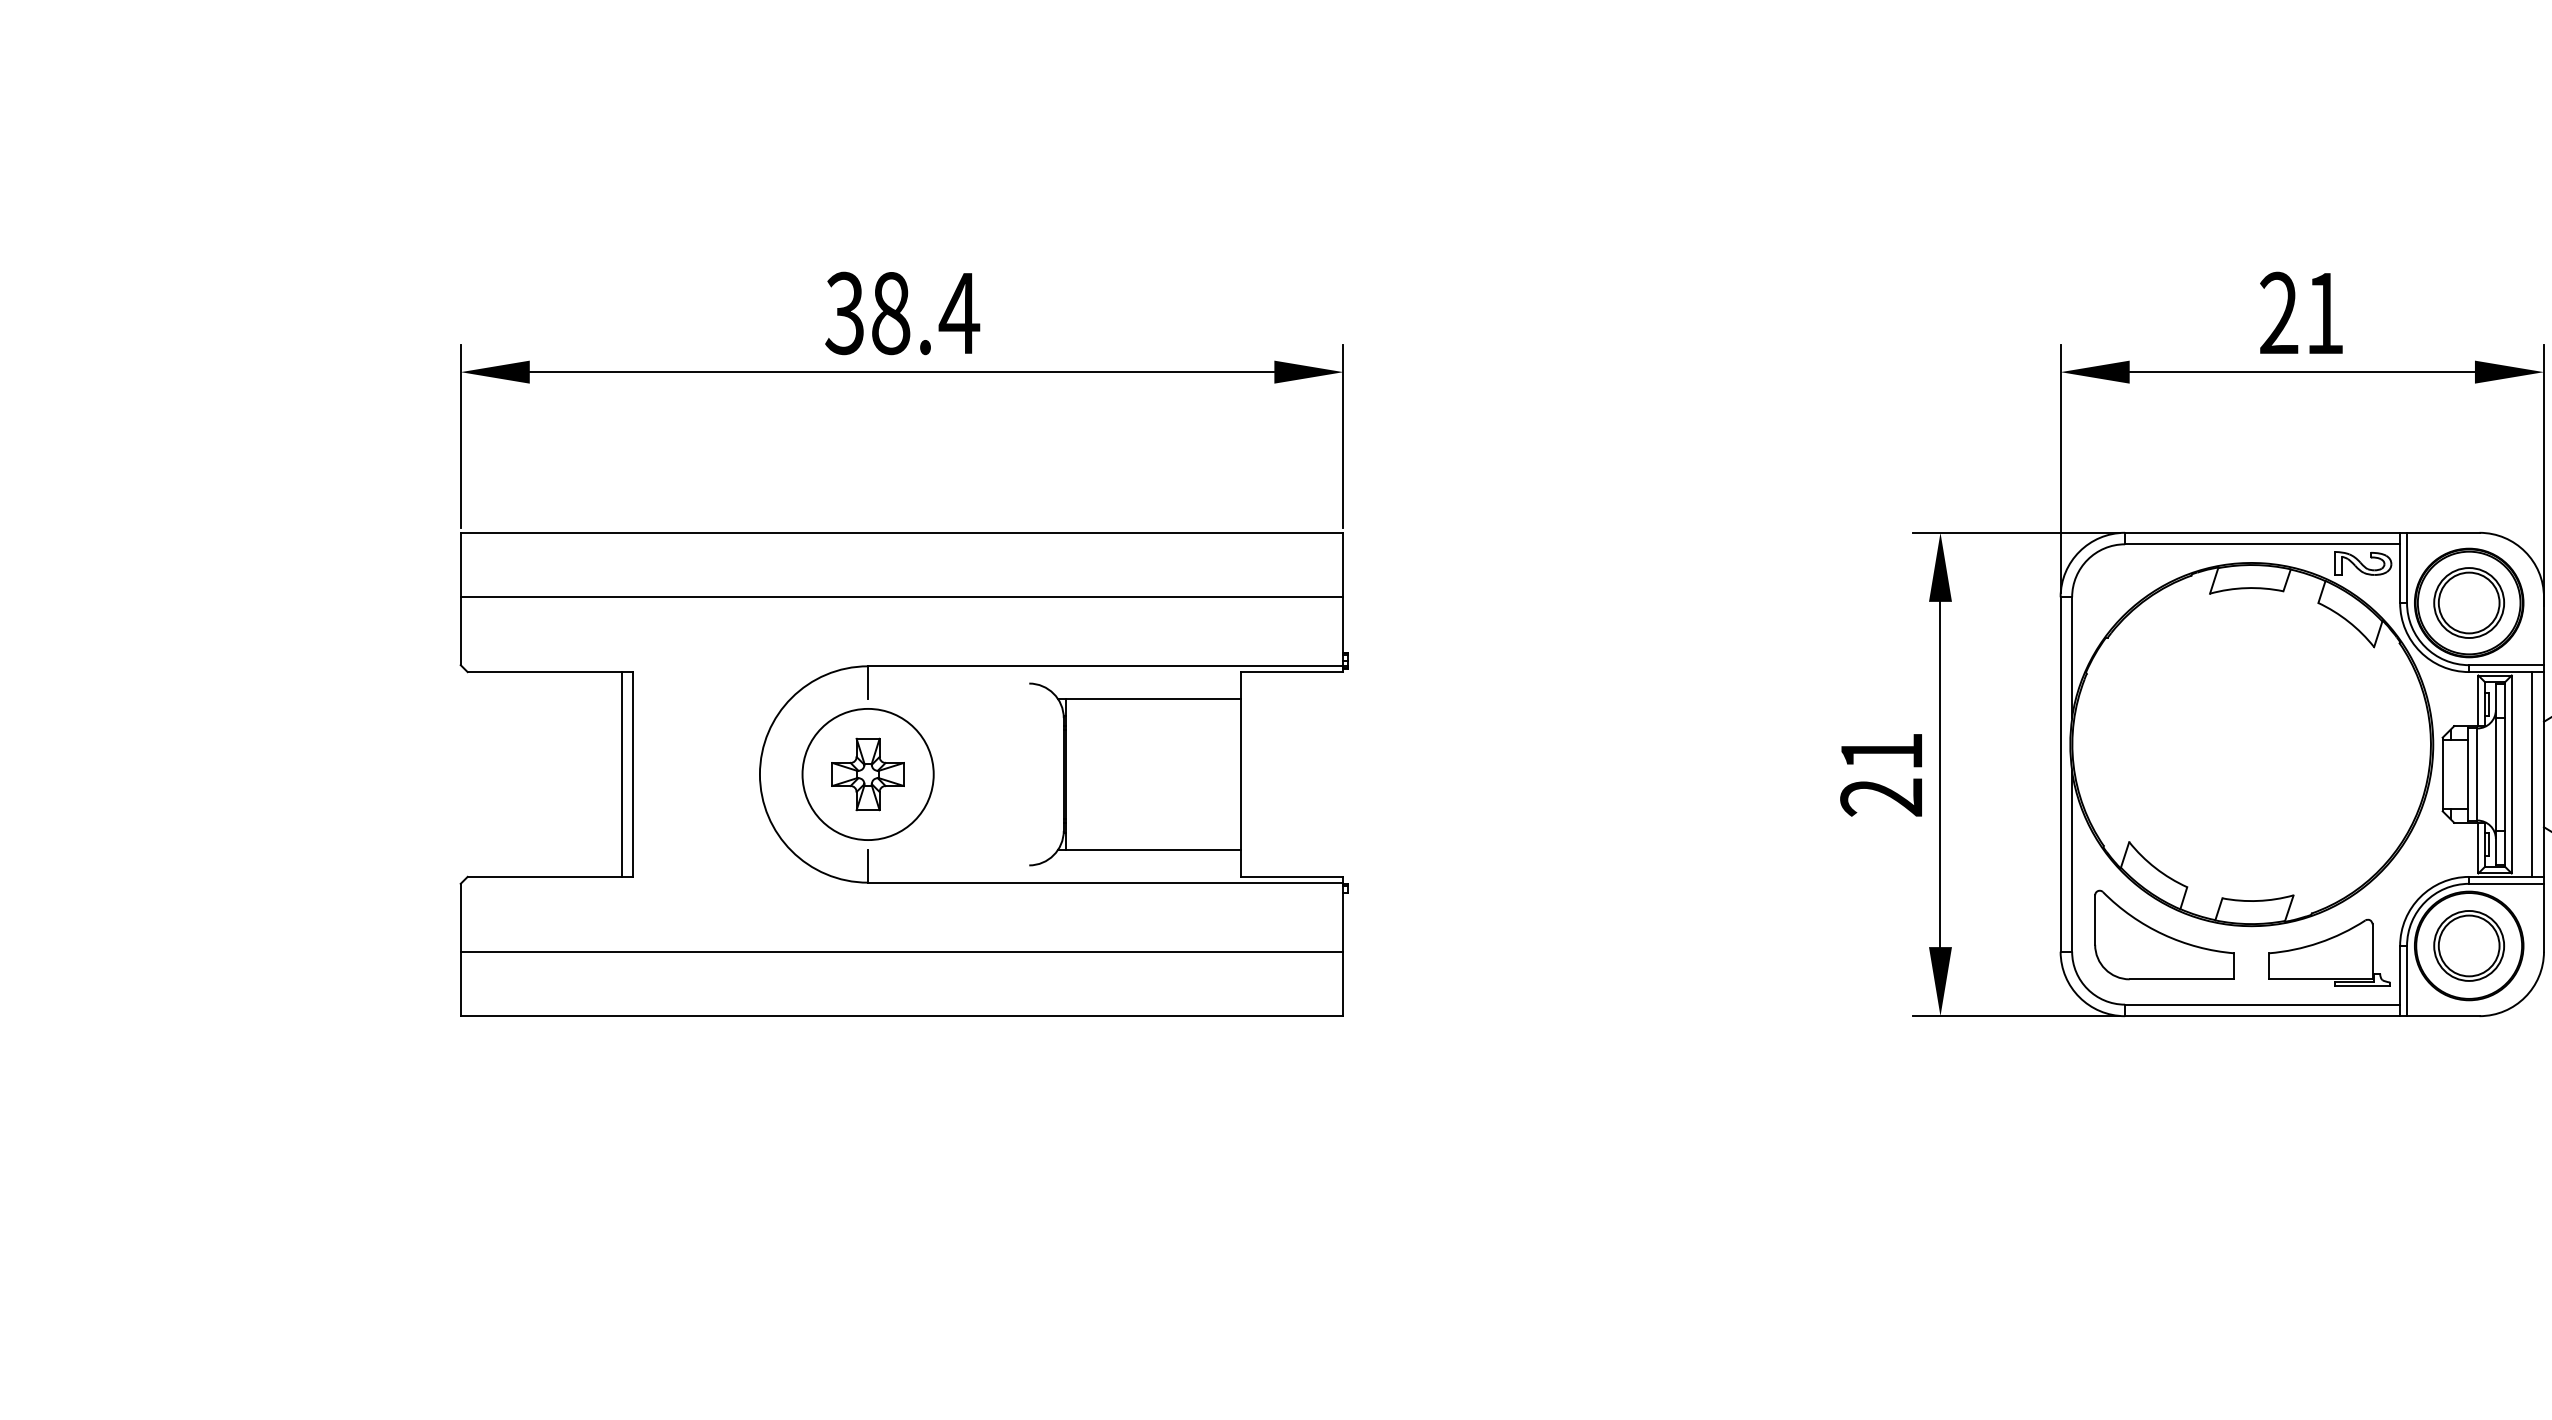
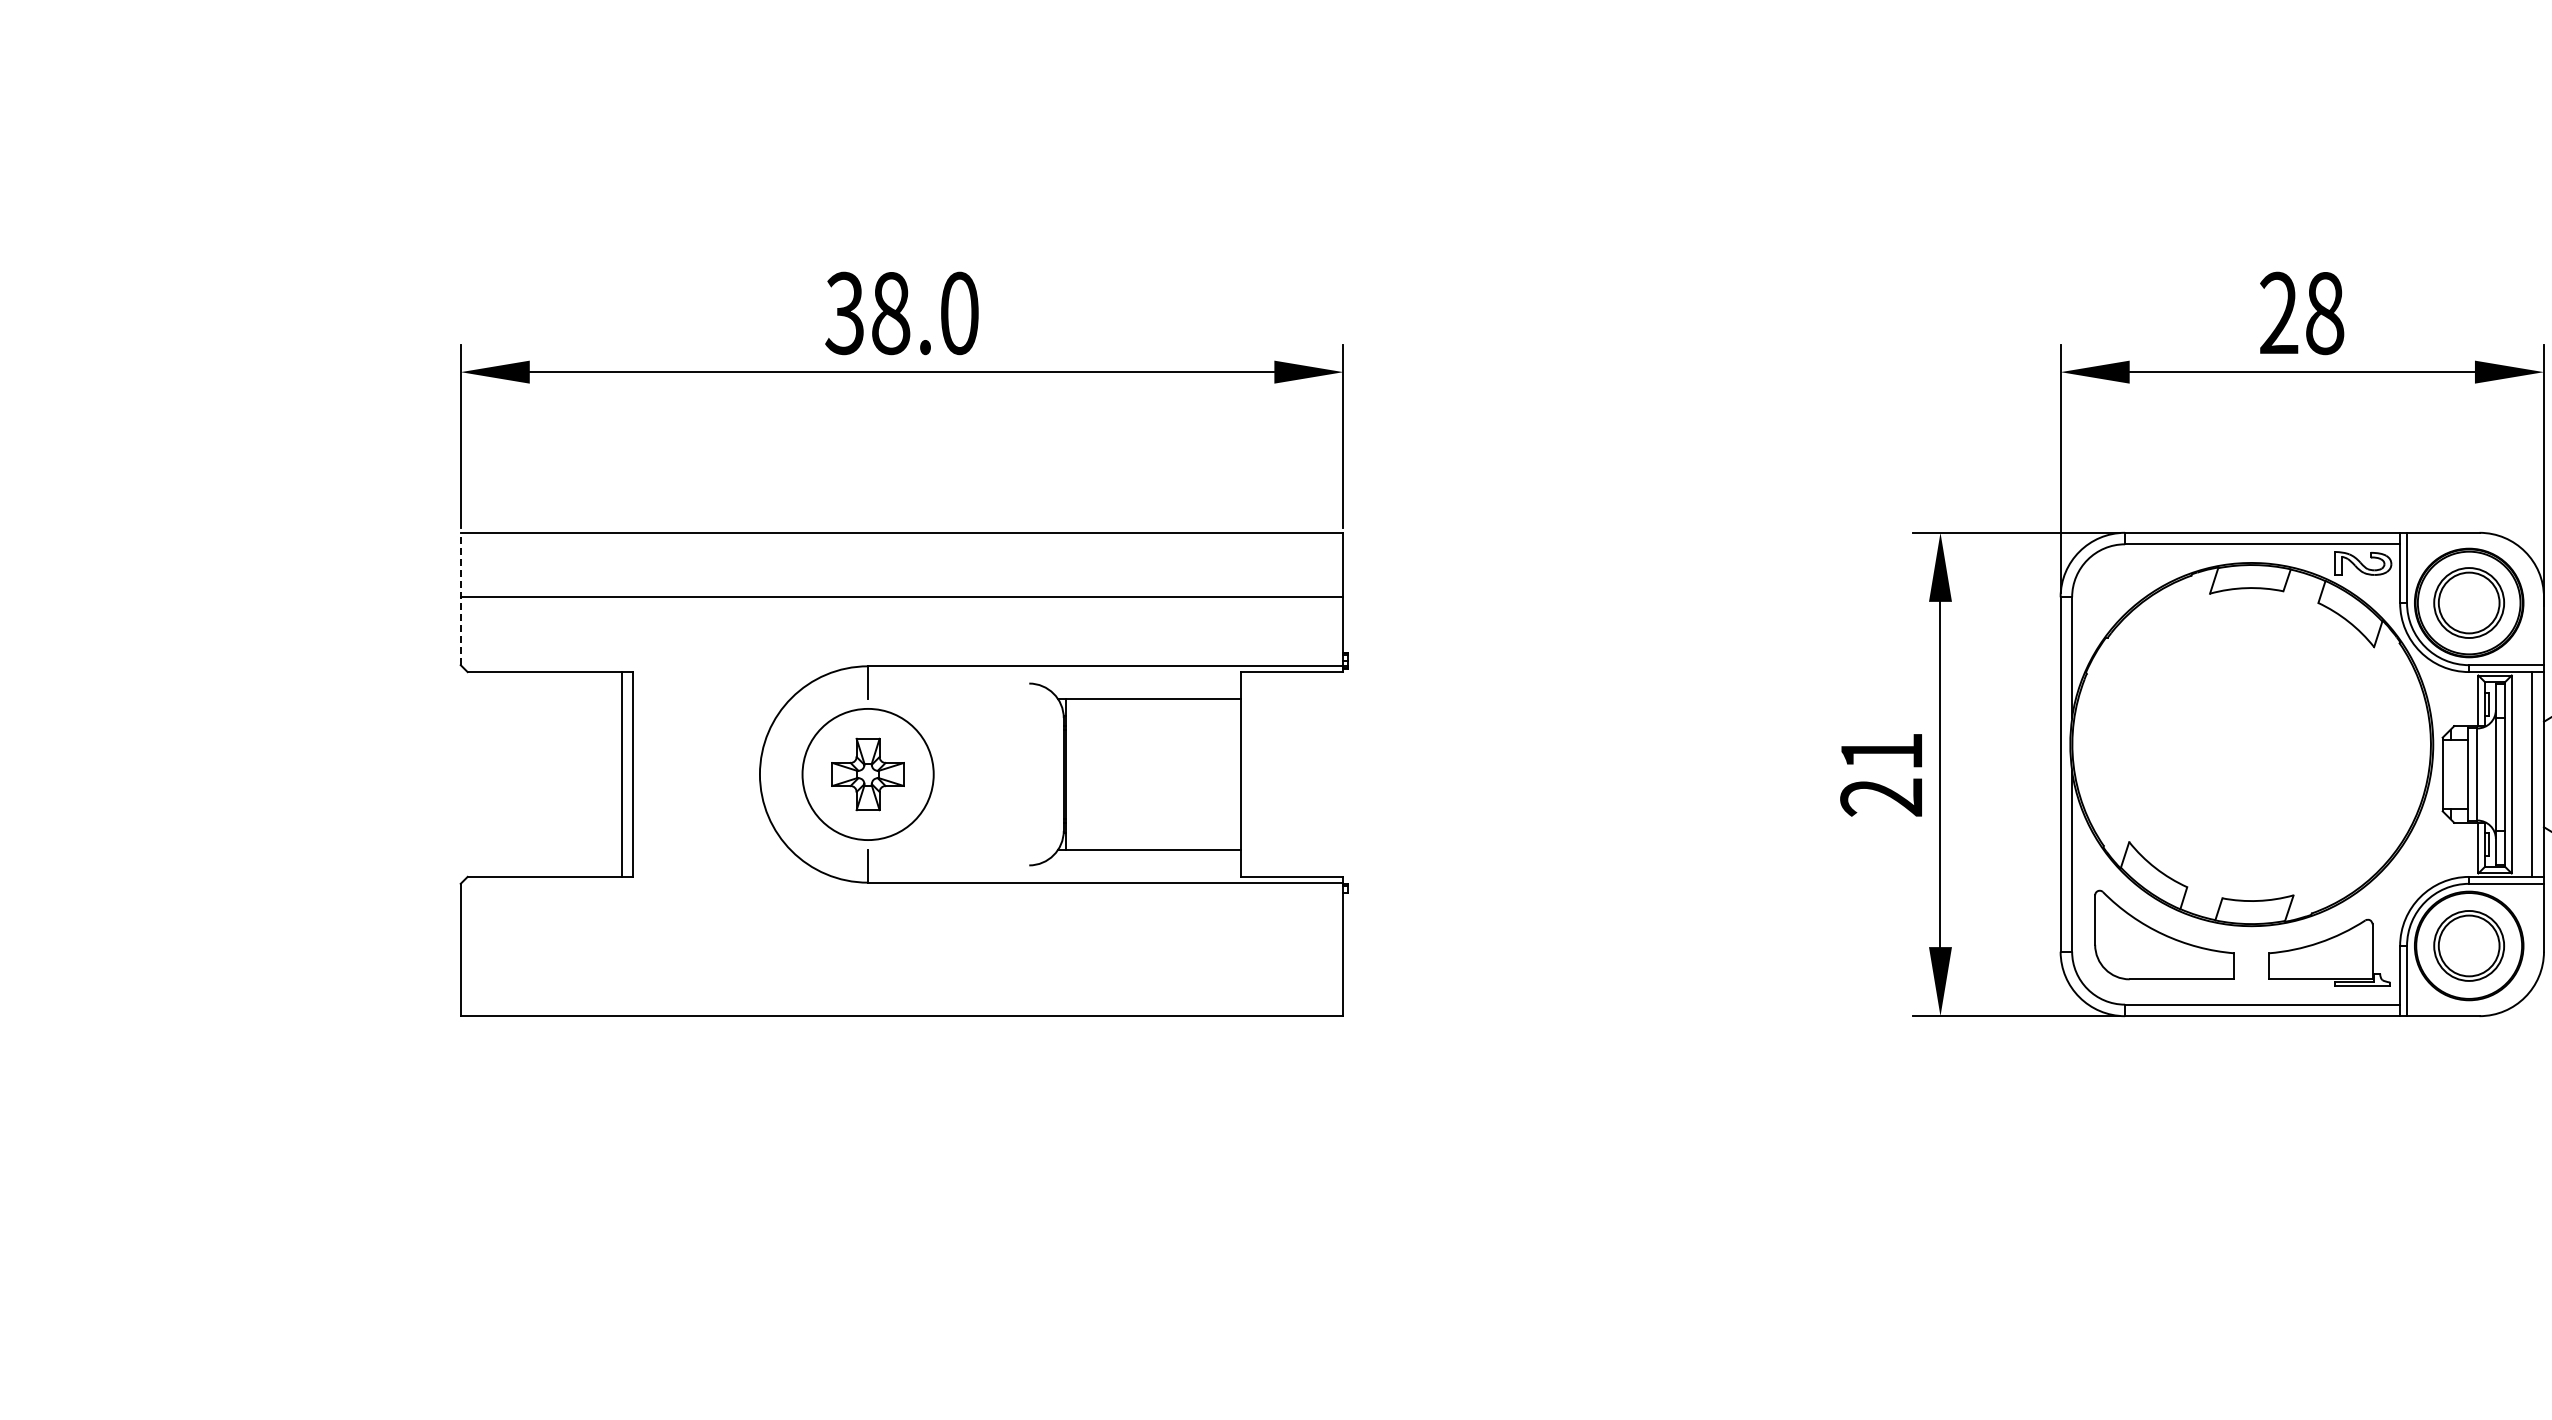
text at (959, 313): 38.4 -> 38.0
text at (2325, 313): 21 -> 28
line at (460, 598): solid -> dashed
line at (901, 951): present -> none
